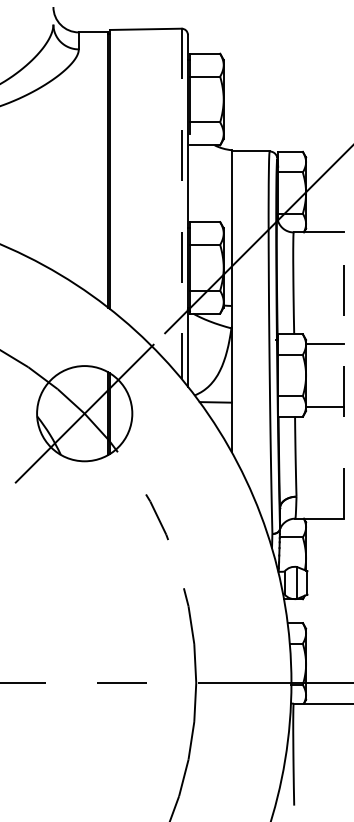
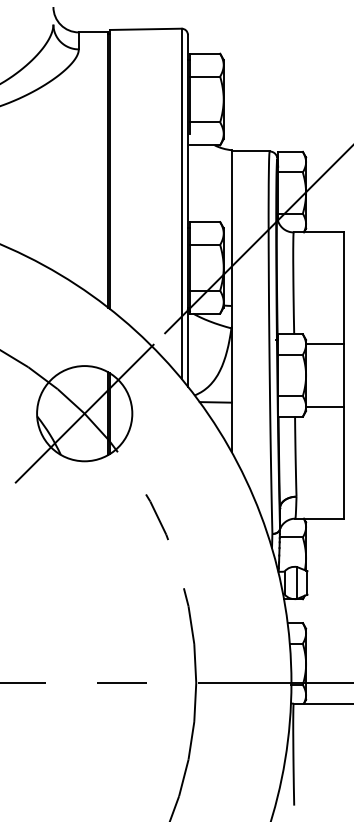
line at (181, 204): dashed -> solid
line at (343, 375): dashed -> solid
